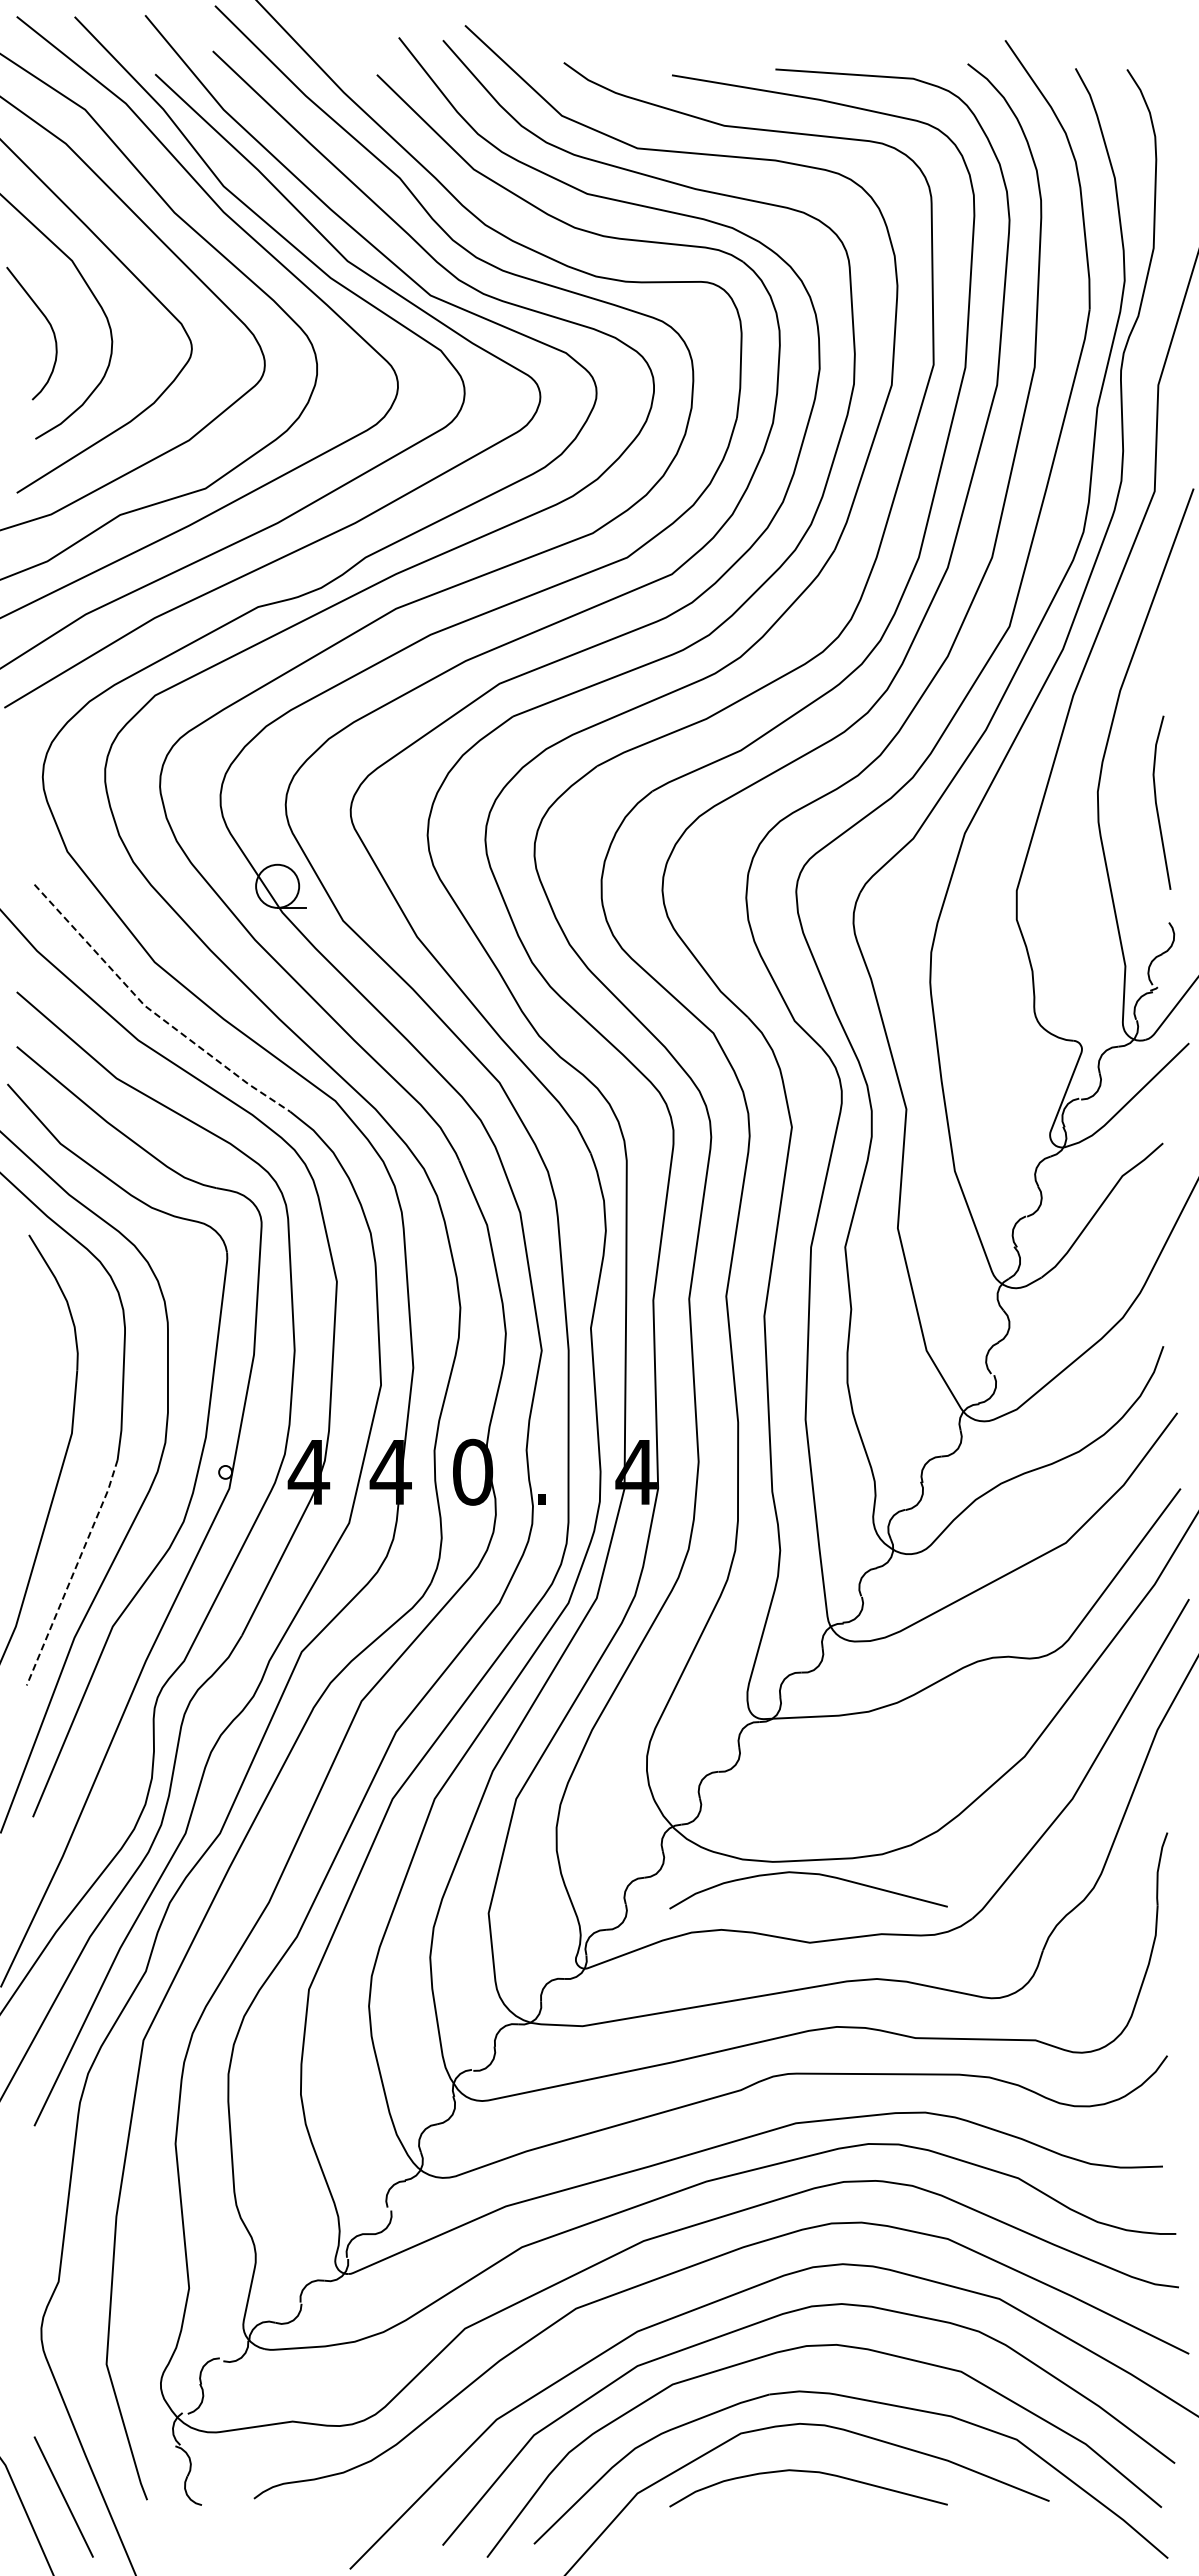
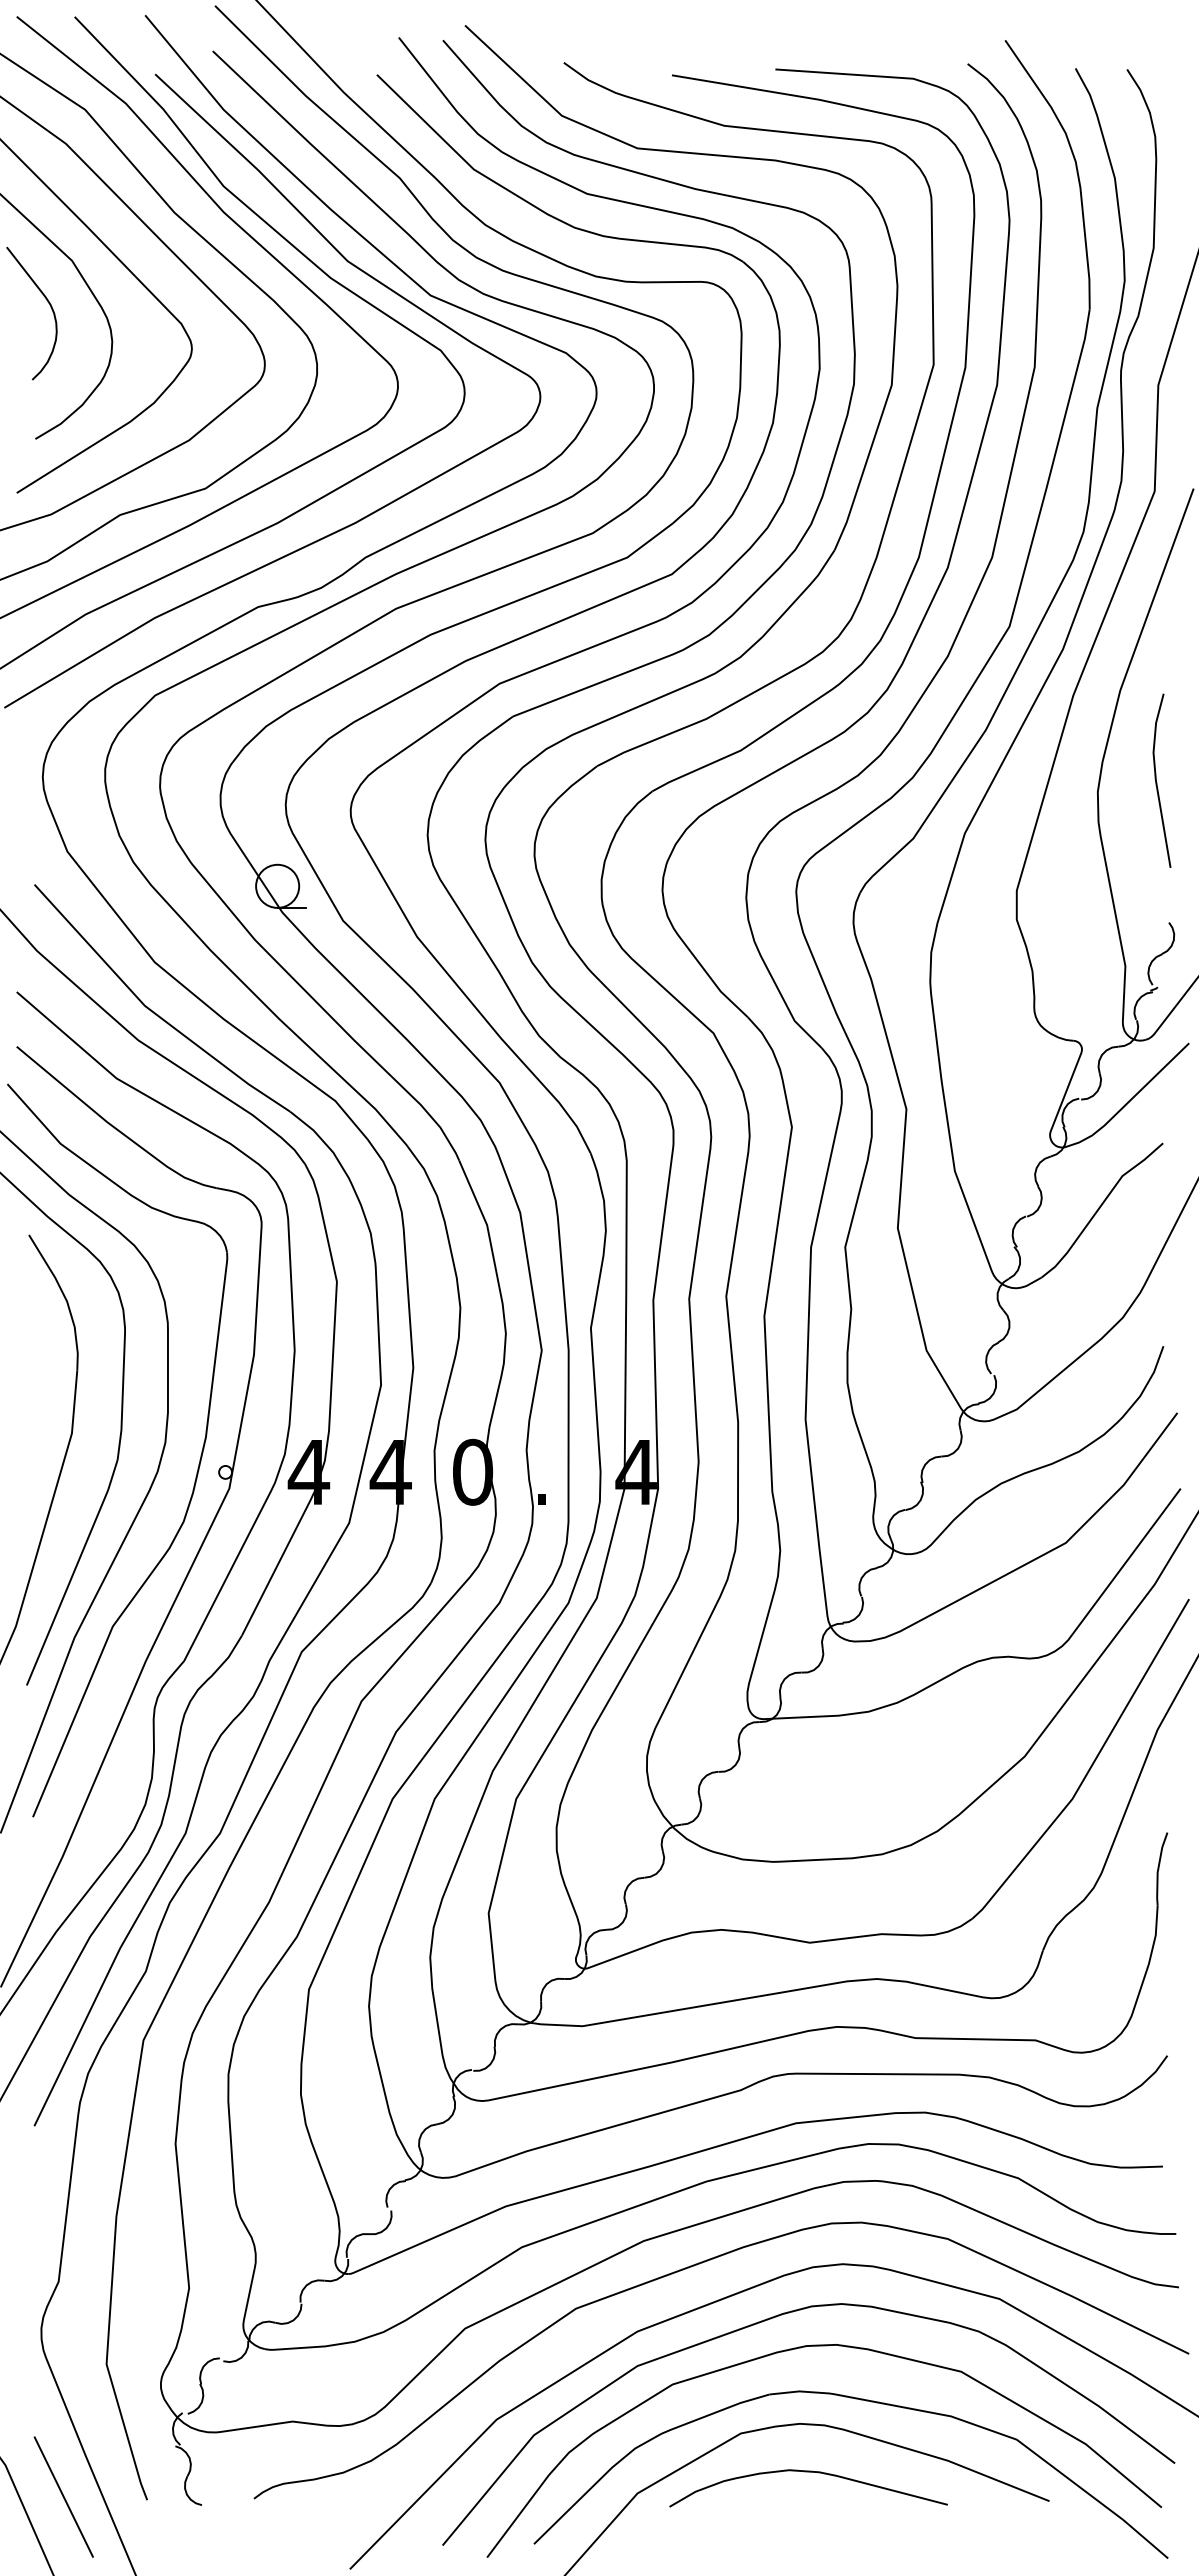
curve at (47, 322) position: (47, 322) -> (47, 302)
line at (1157, 804) position: (1157, 804) -> (1157, 782)
line at (152, 1011): dashed -> solid
line at (73, 1573): dashed -> solid
curve at (808, 1874): present -> none
